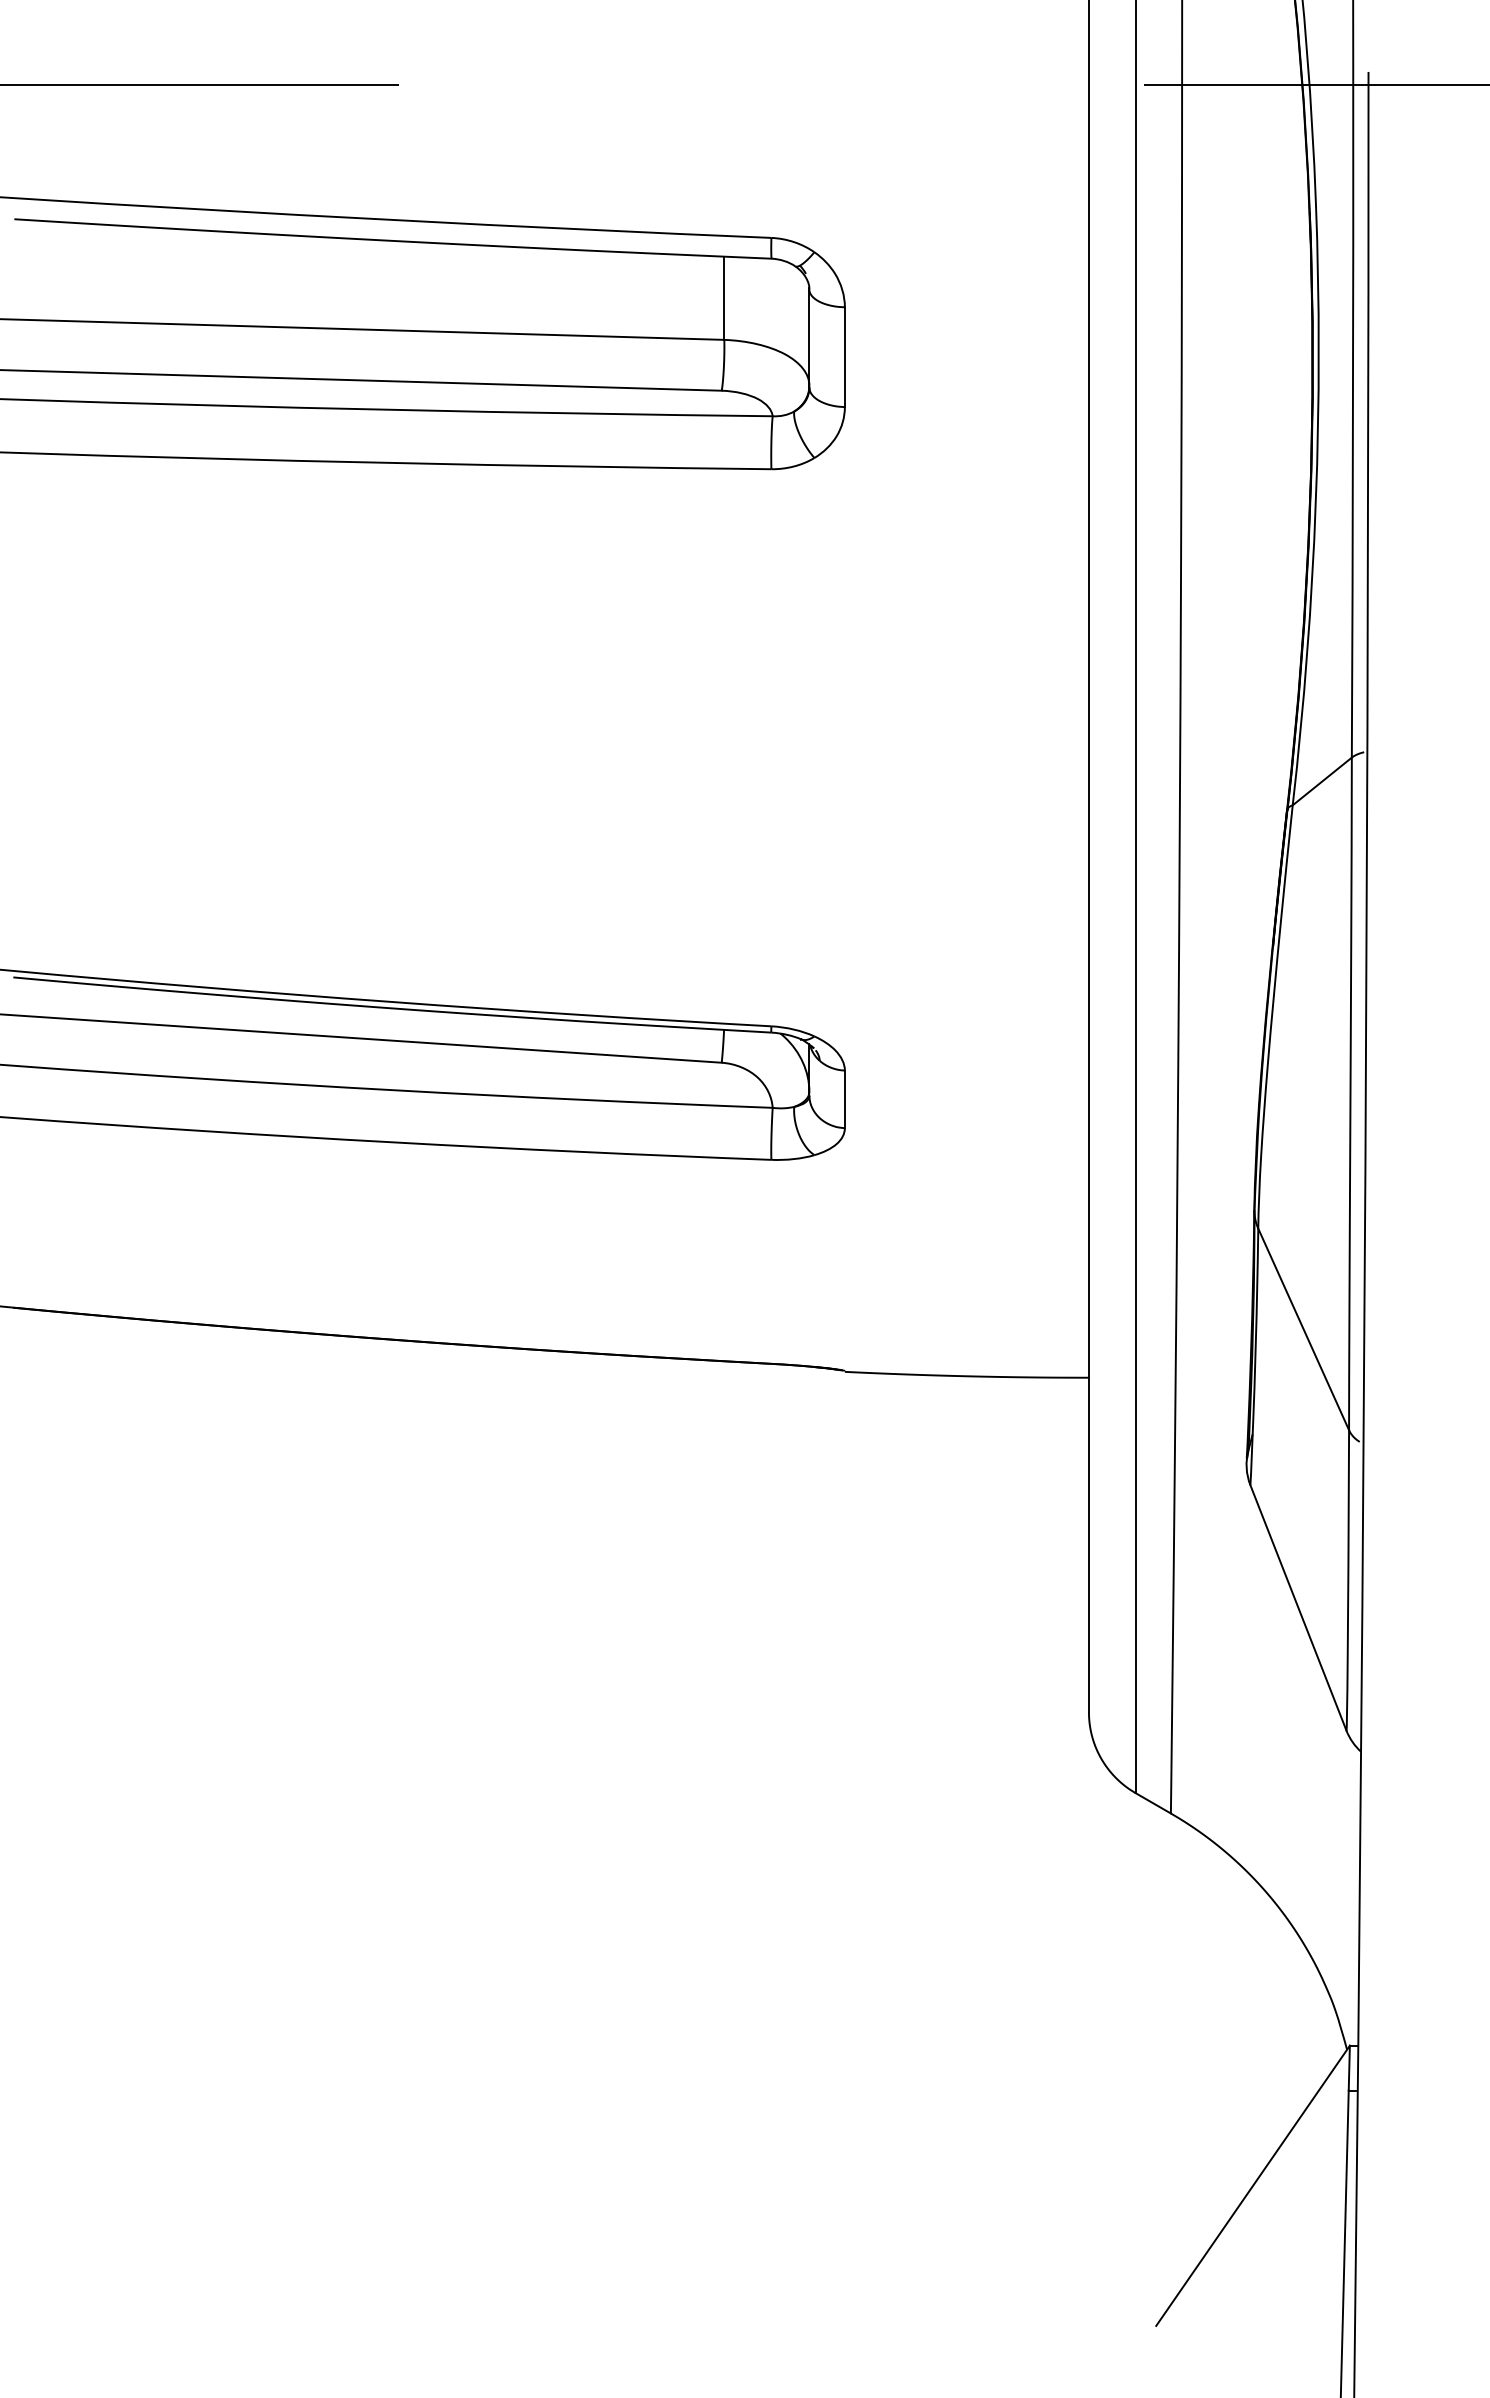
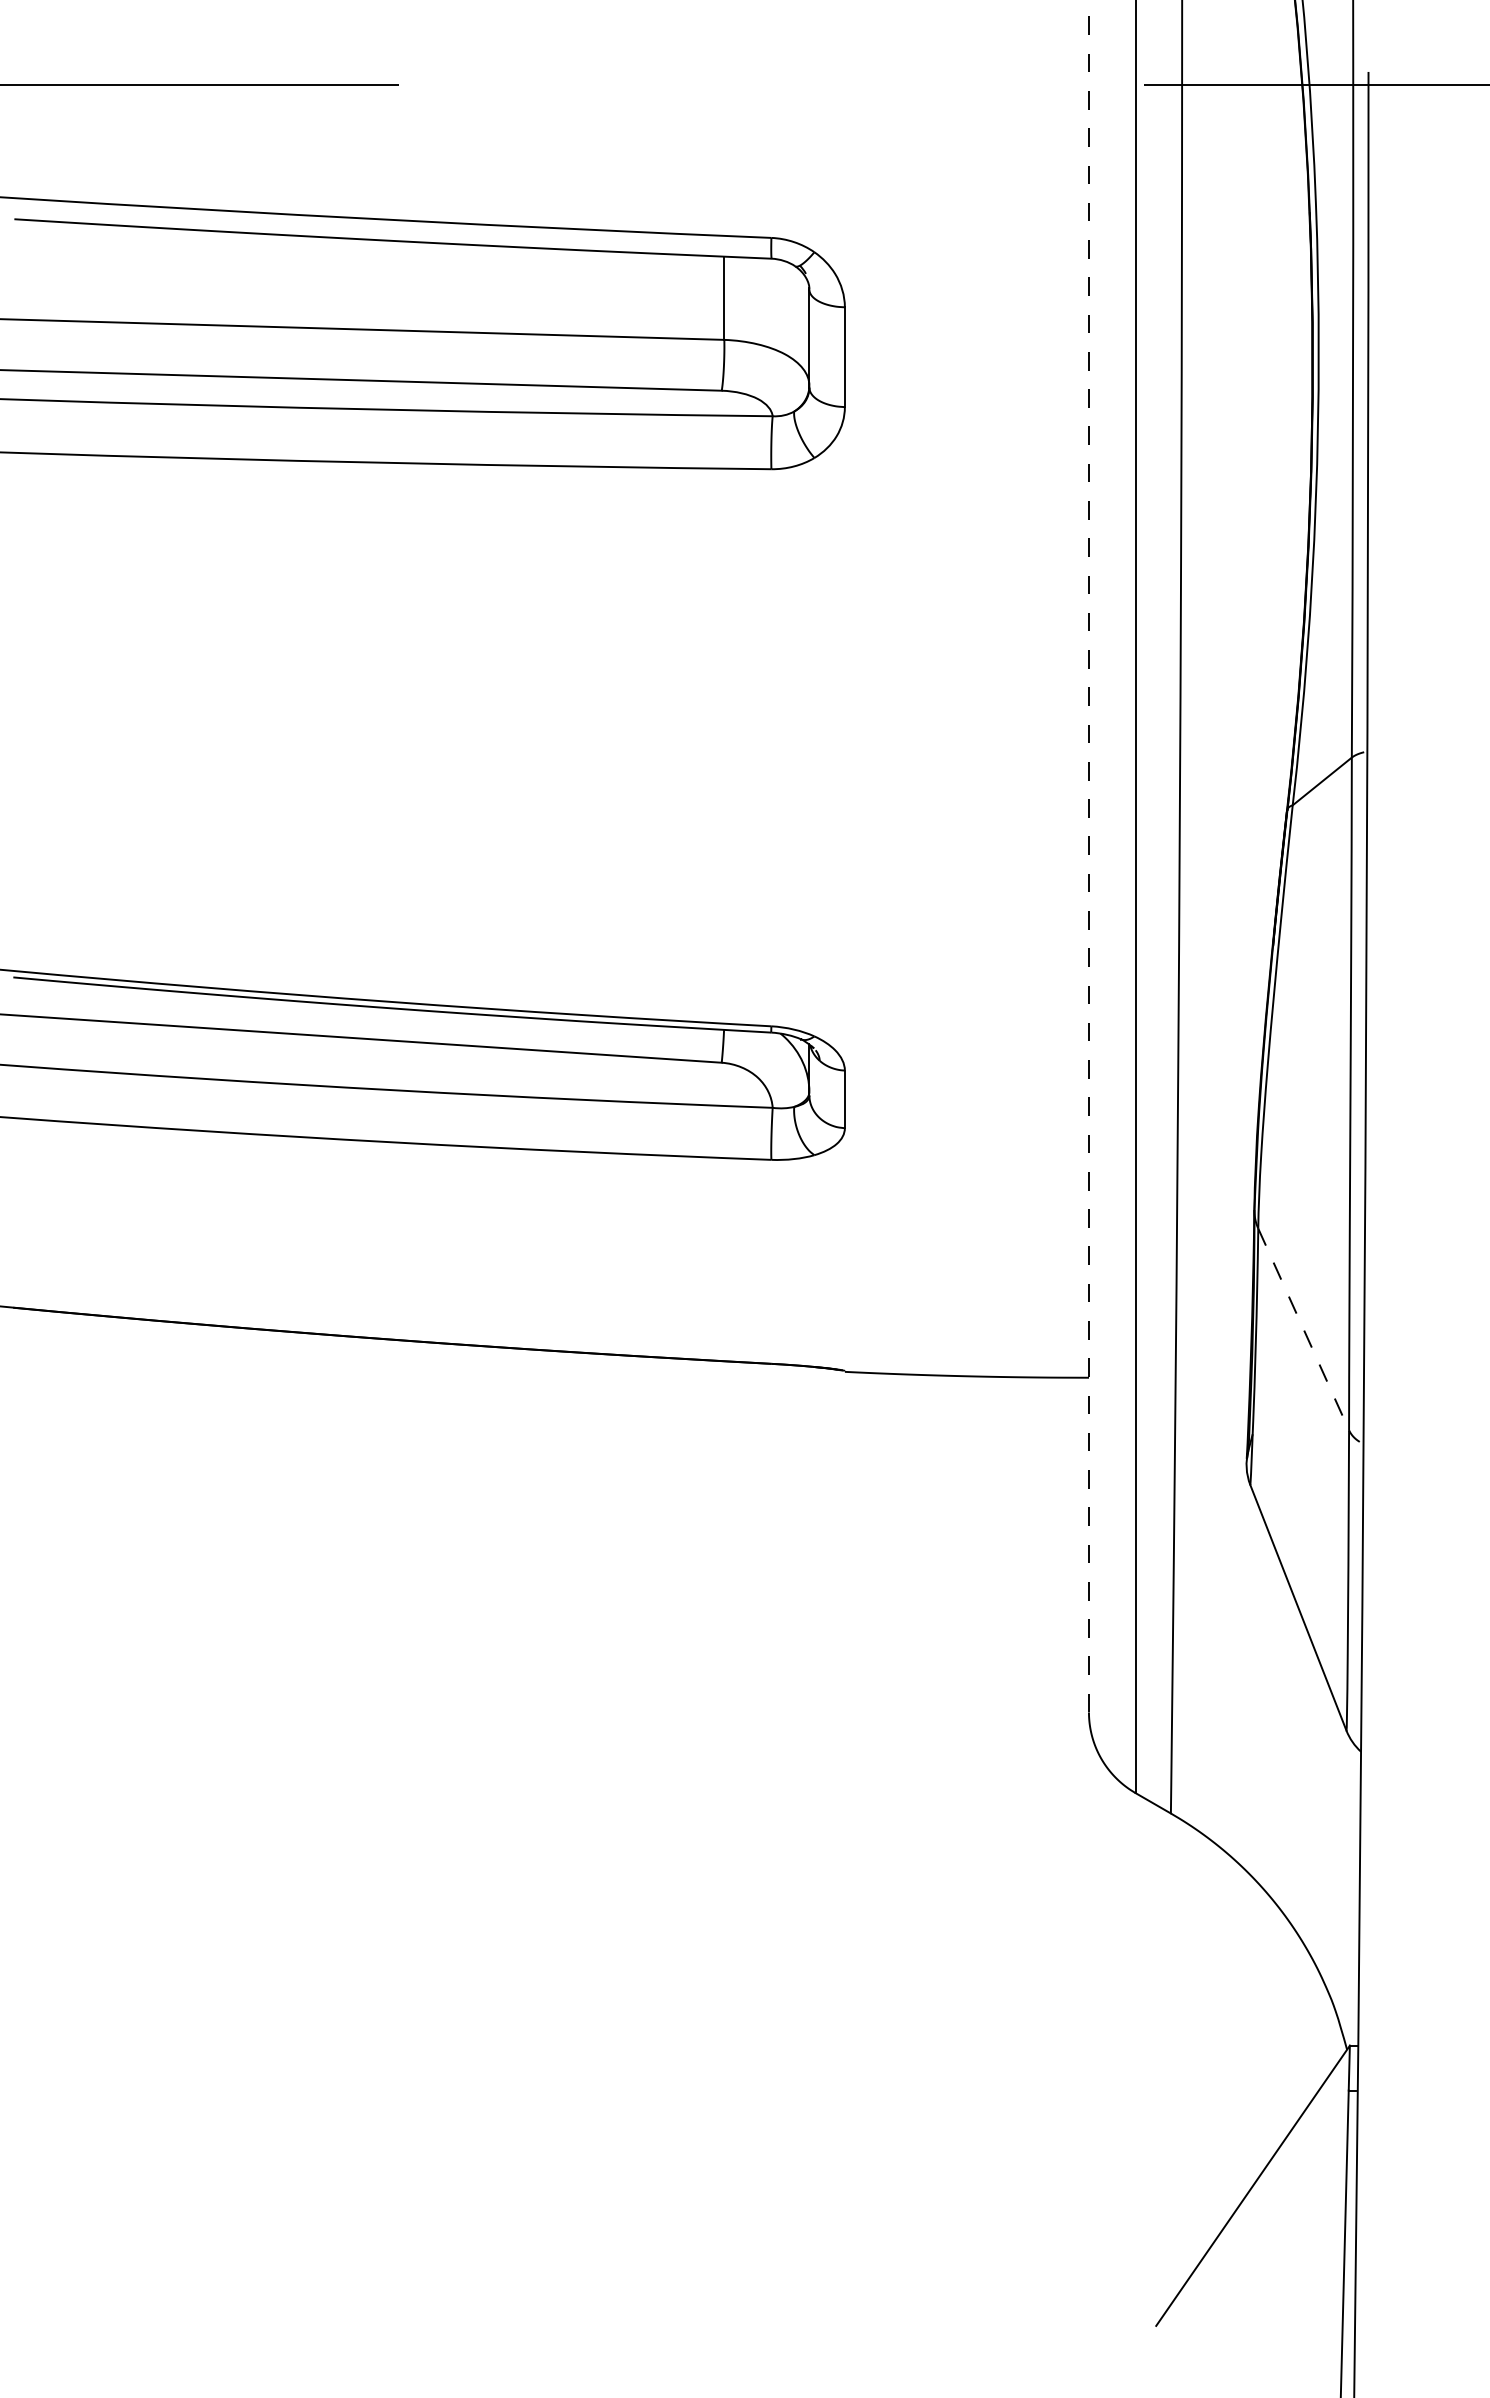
line at (1088, 855): solid -> dashed
line at (1303, 1329): solid -> dashed
